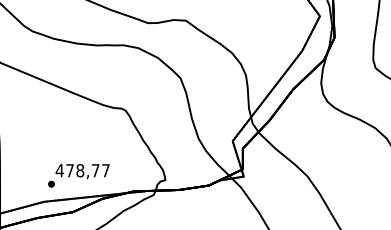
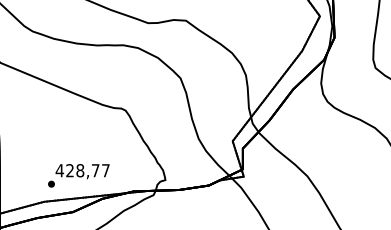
text at (69, 170): 478,77 -> 428,77
